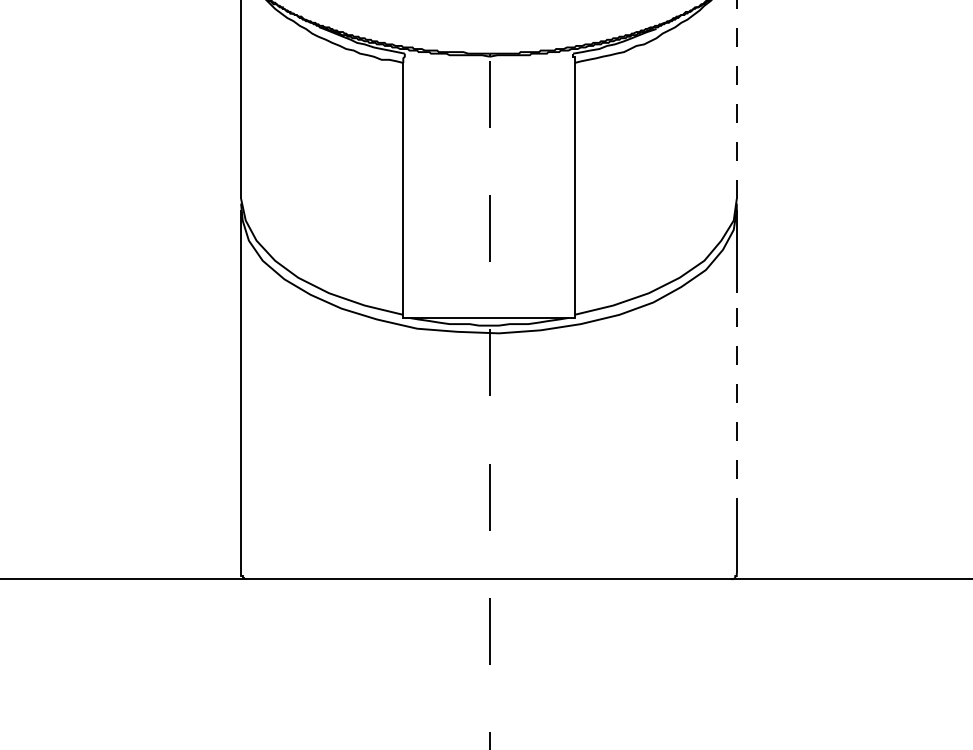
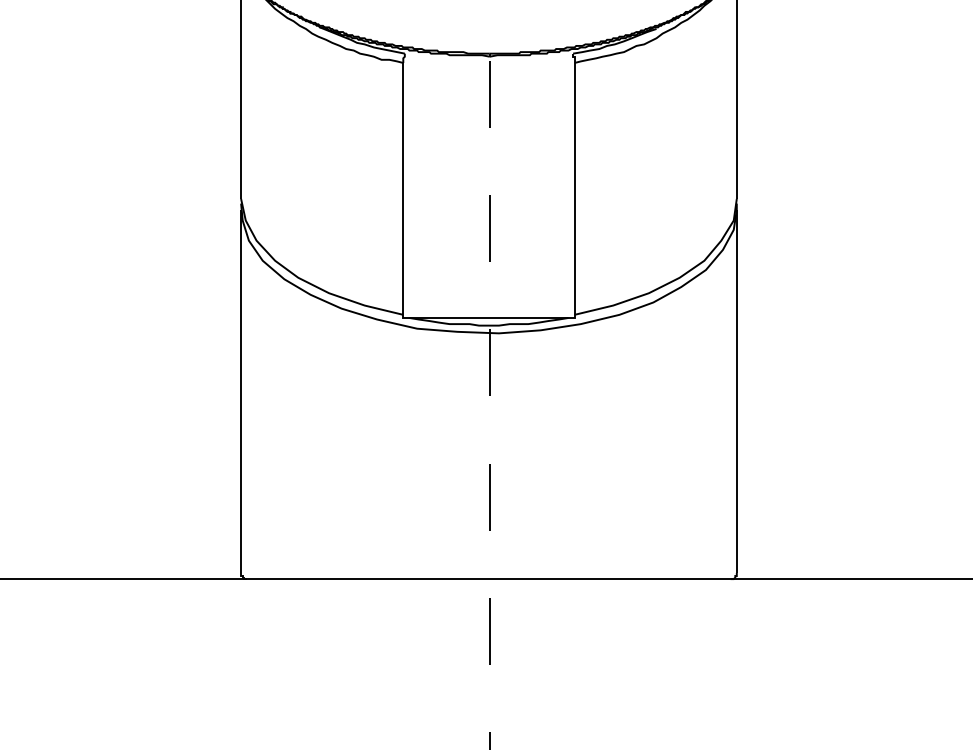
line at (736, 99): dashed -> solid
line at (736, 404): dashed -> solid
